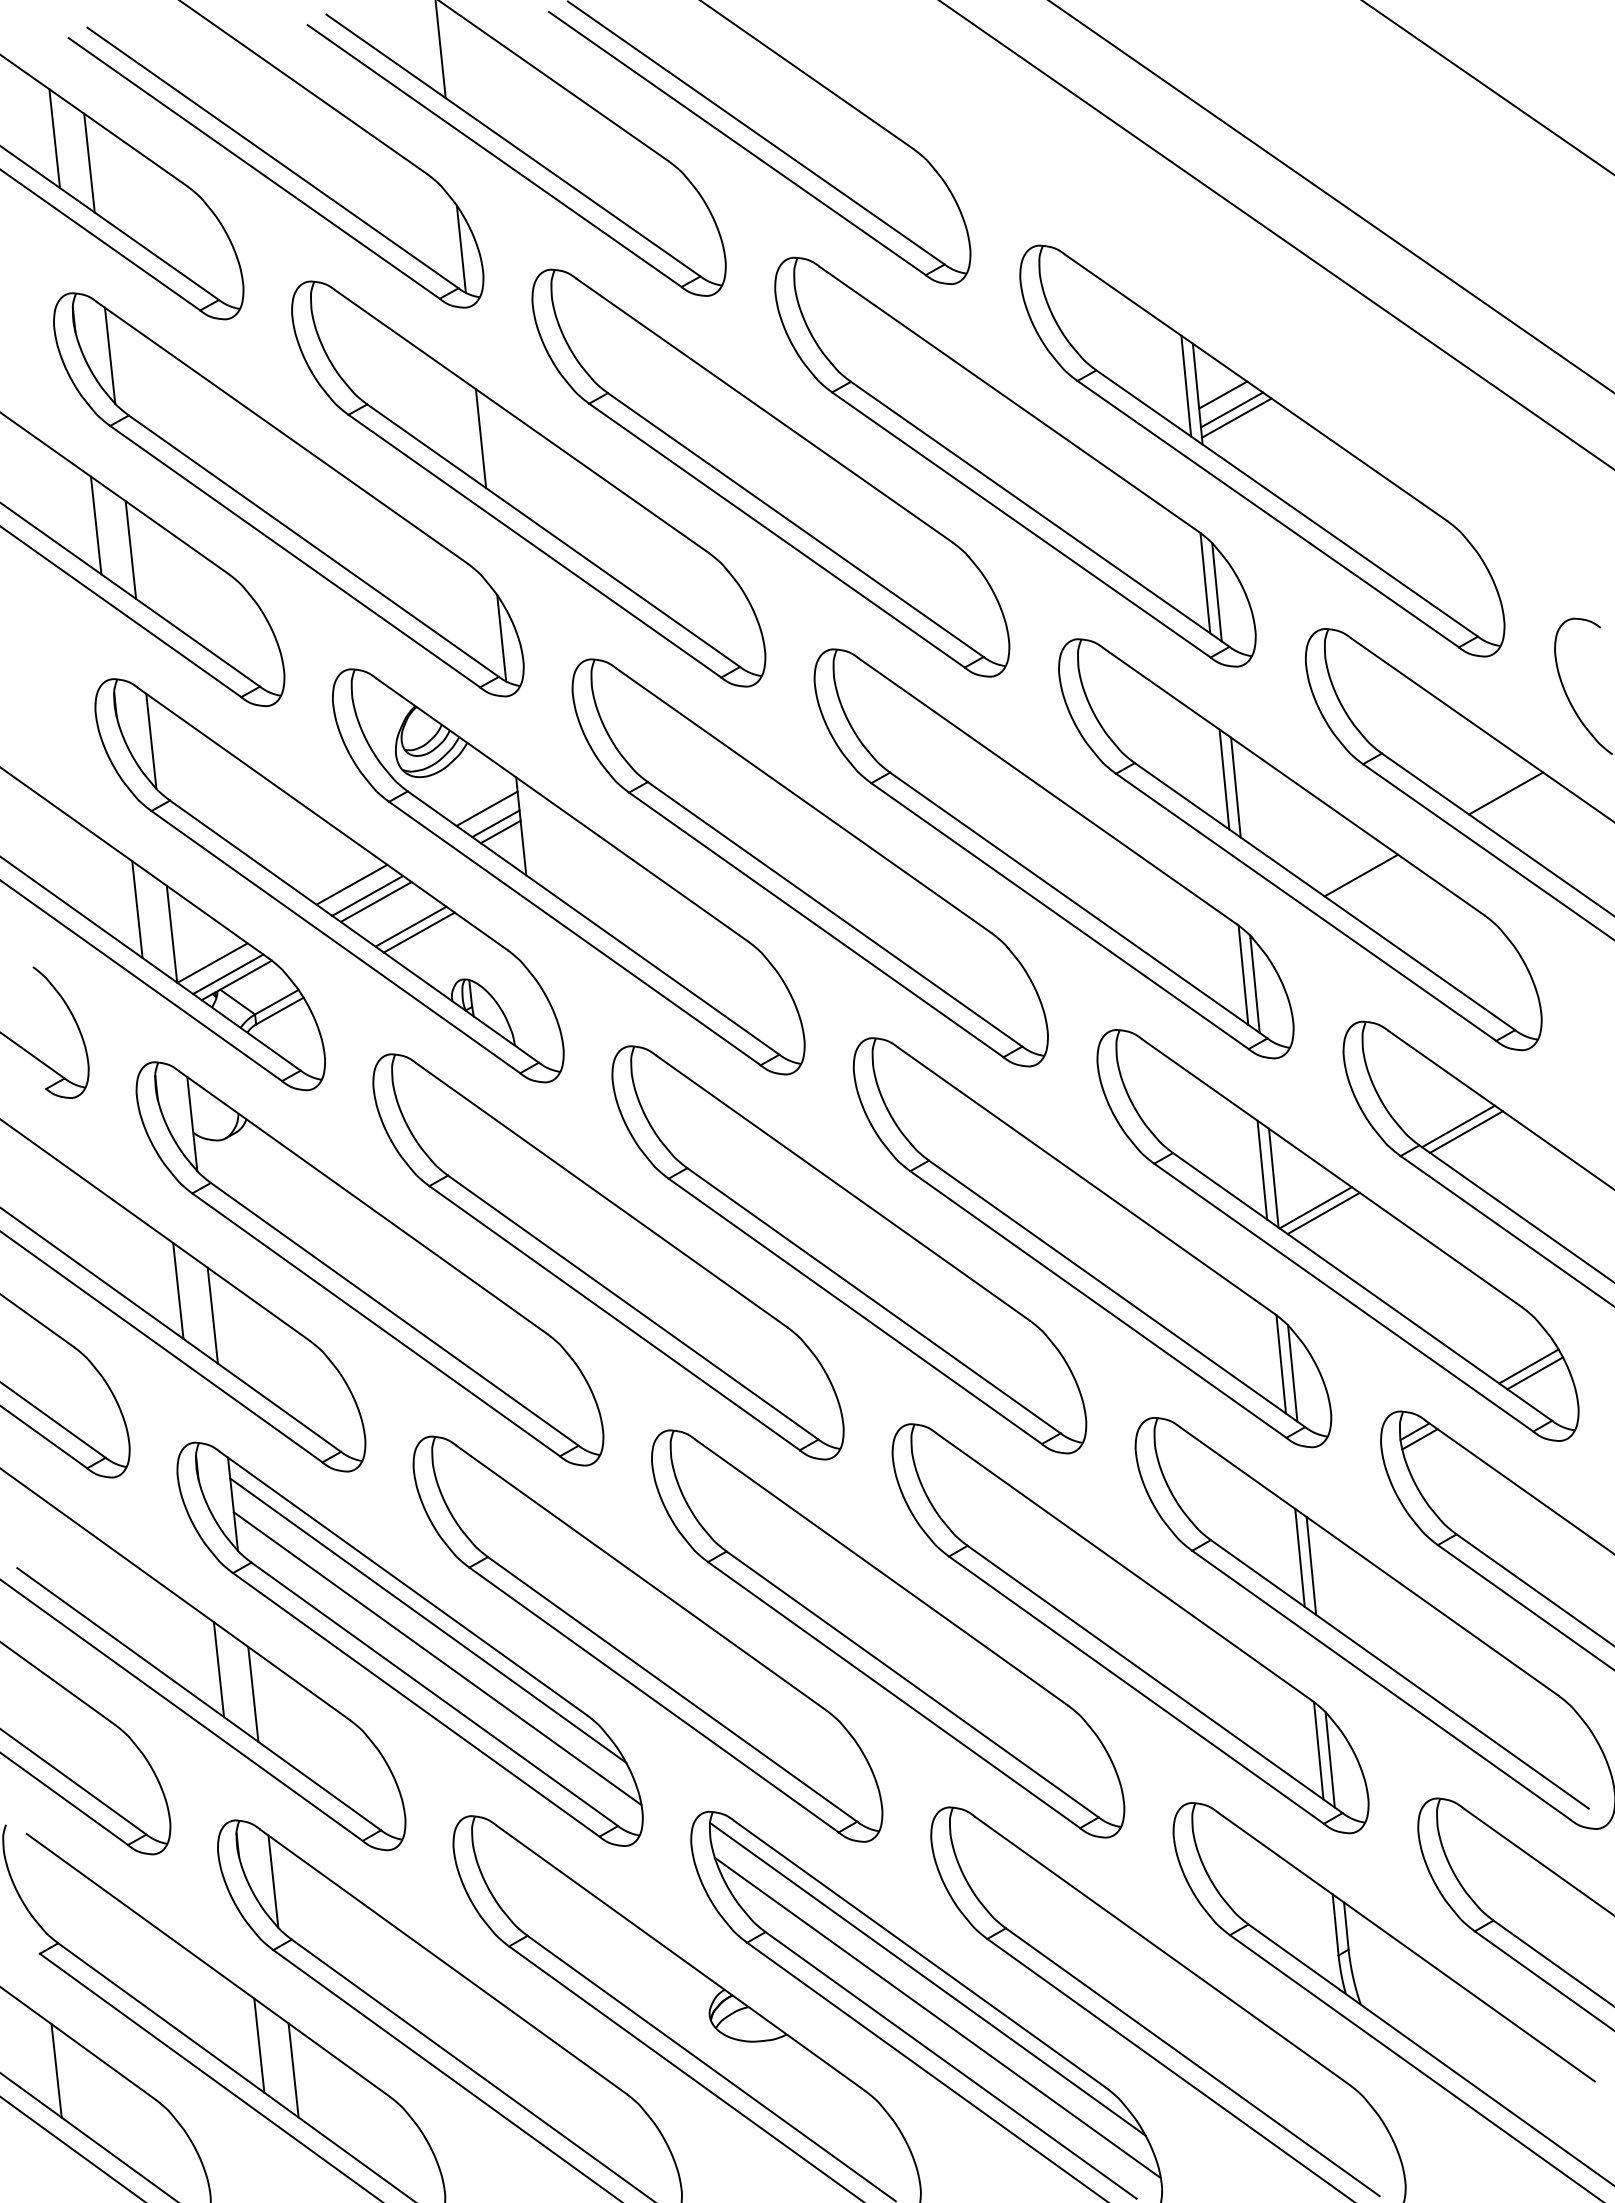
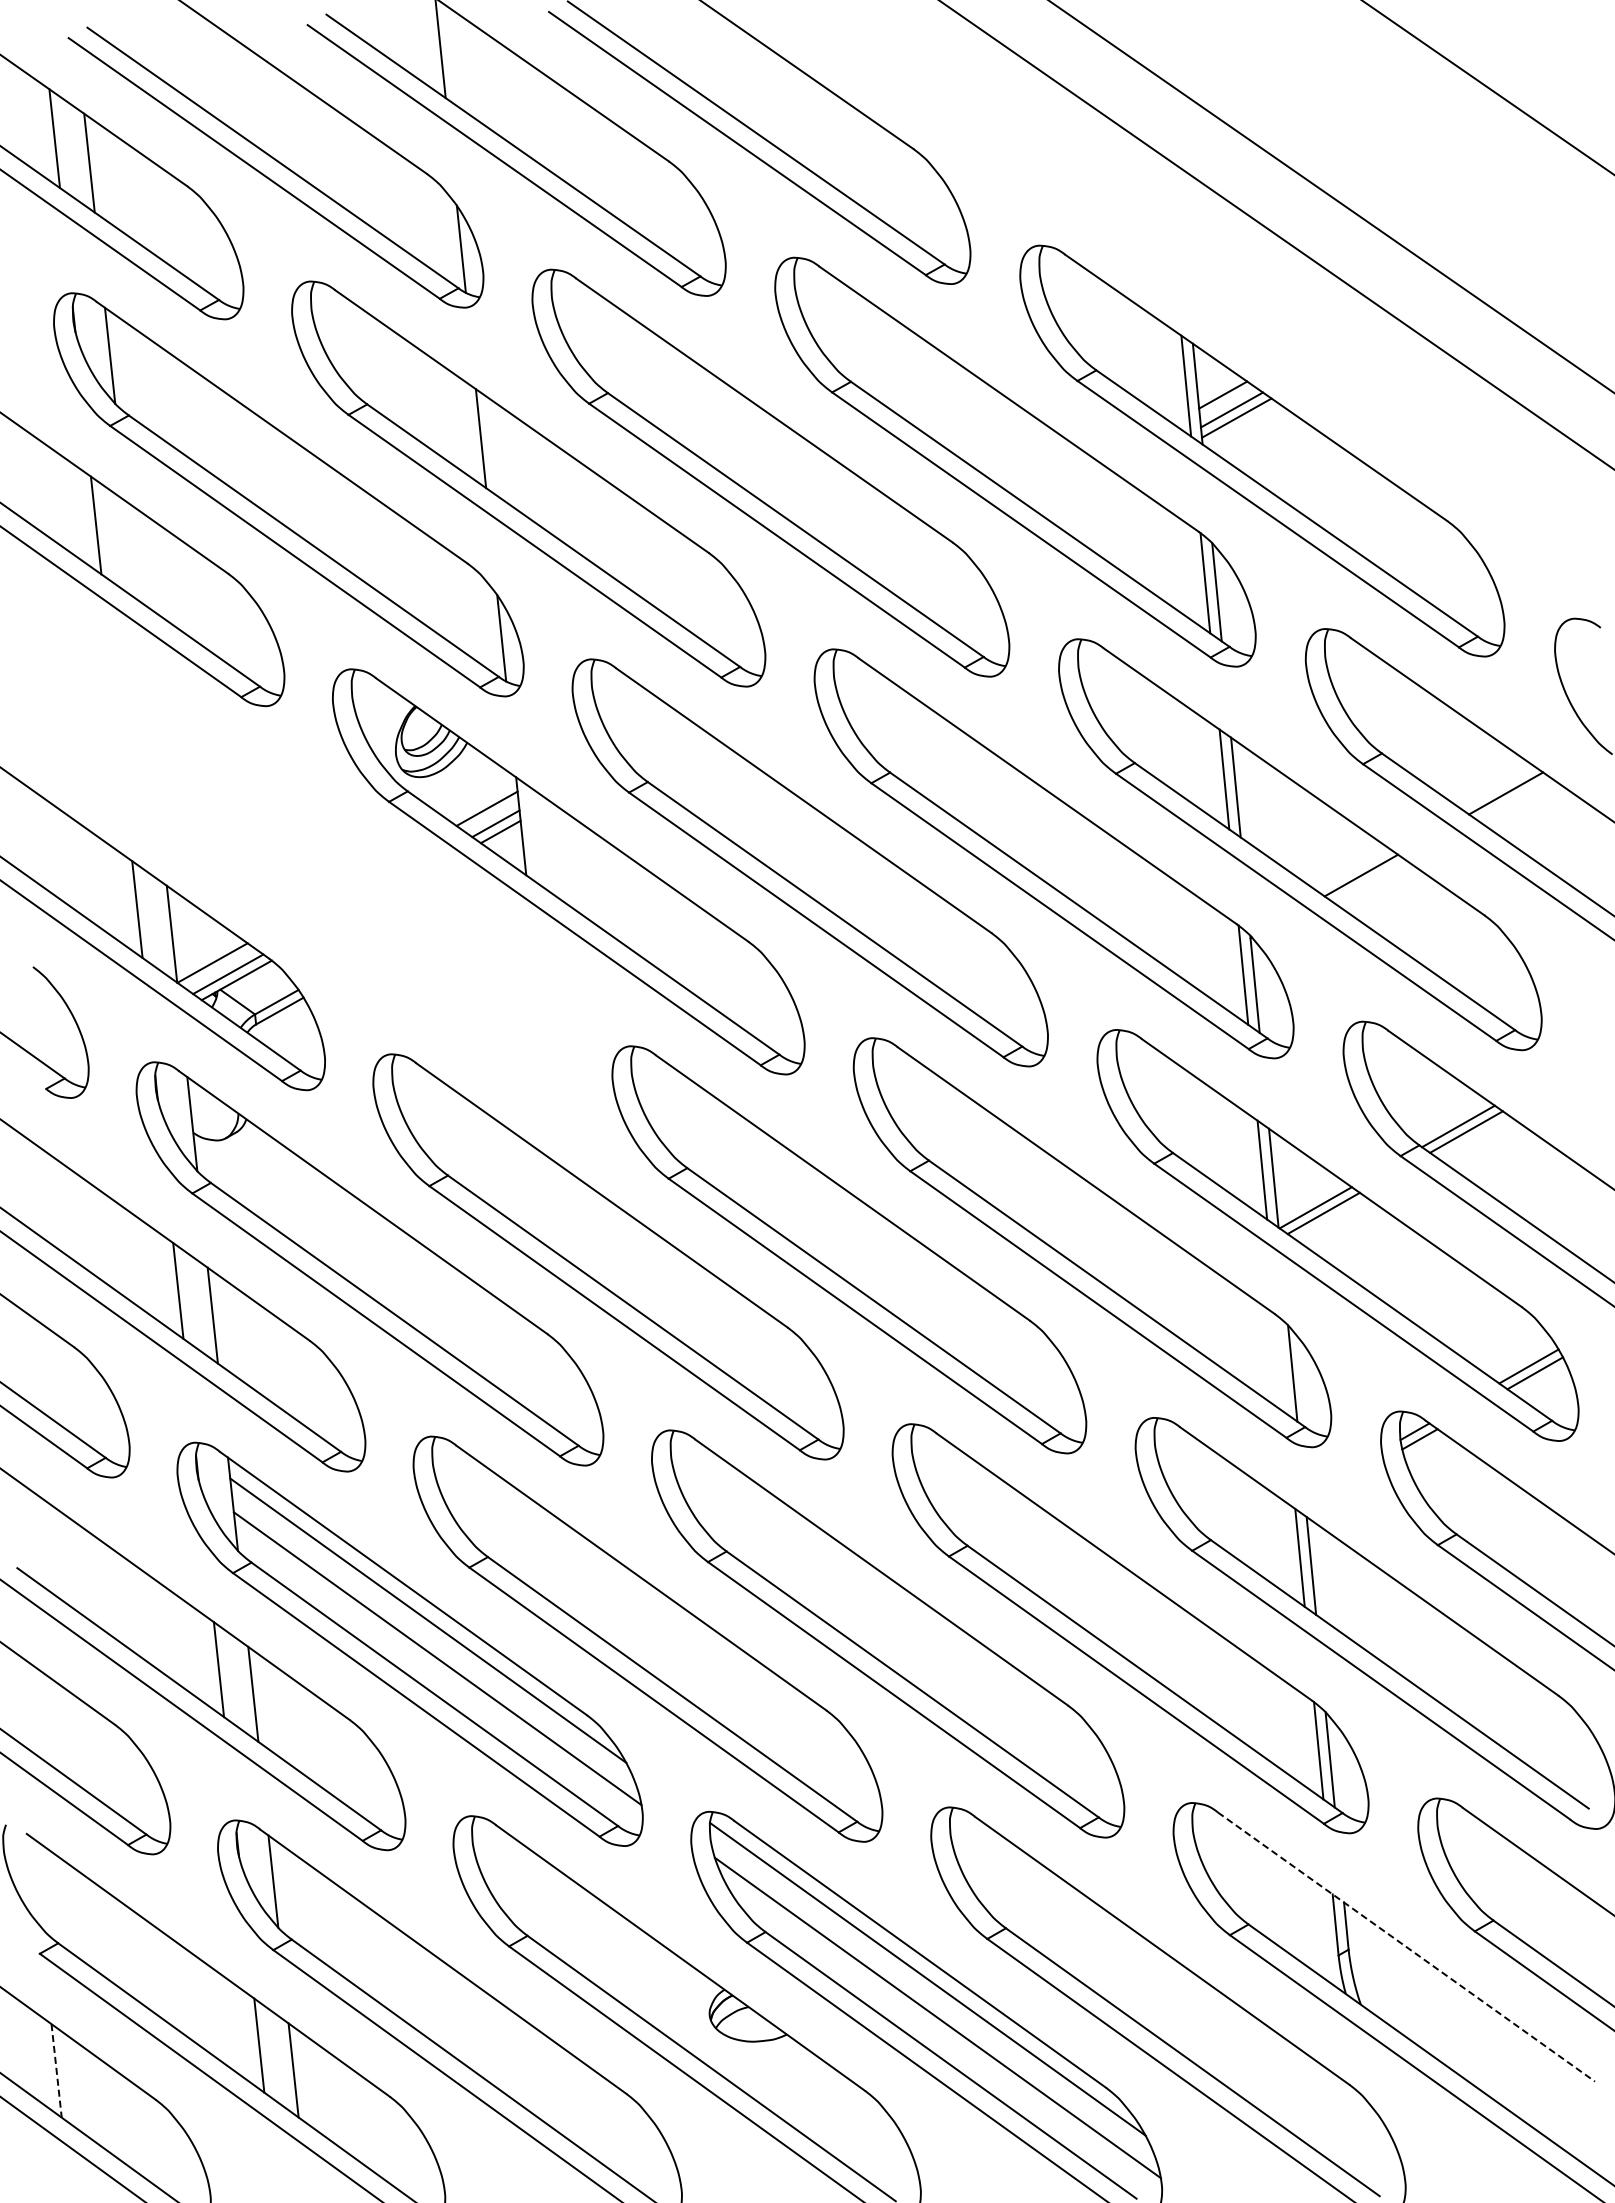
line at (130, 549): present -> none
part at (329, 880): present -> none
line at (1281, 1364): present -> none
line at (1406, 1947): solid -> dashed
line at (56, 2071): solid -> dashed
